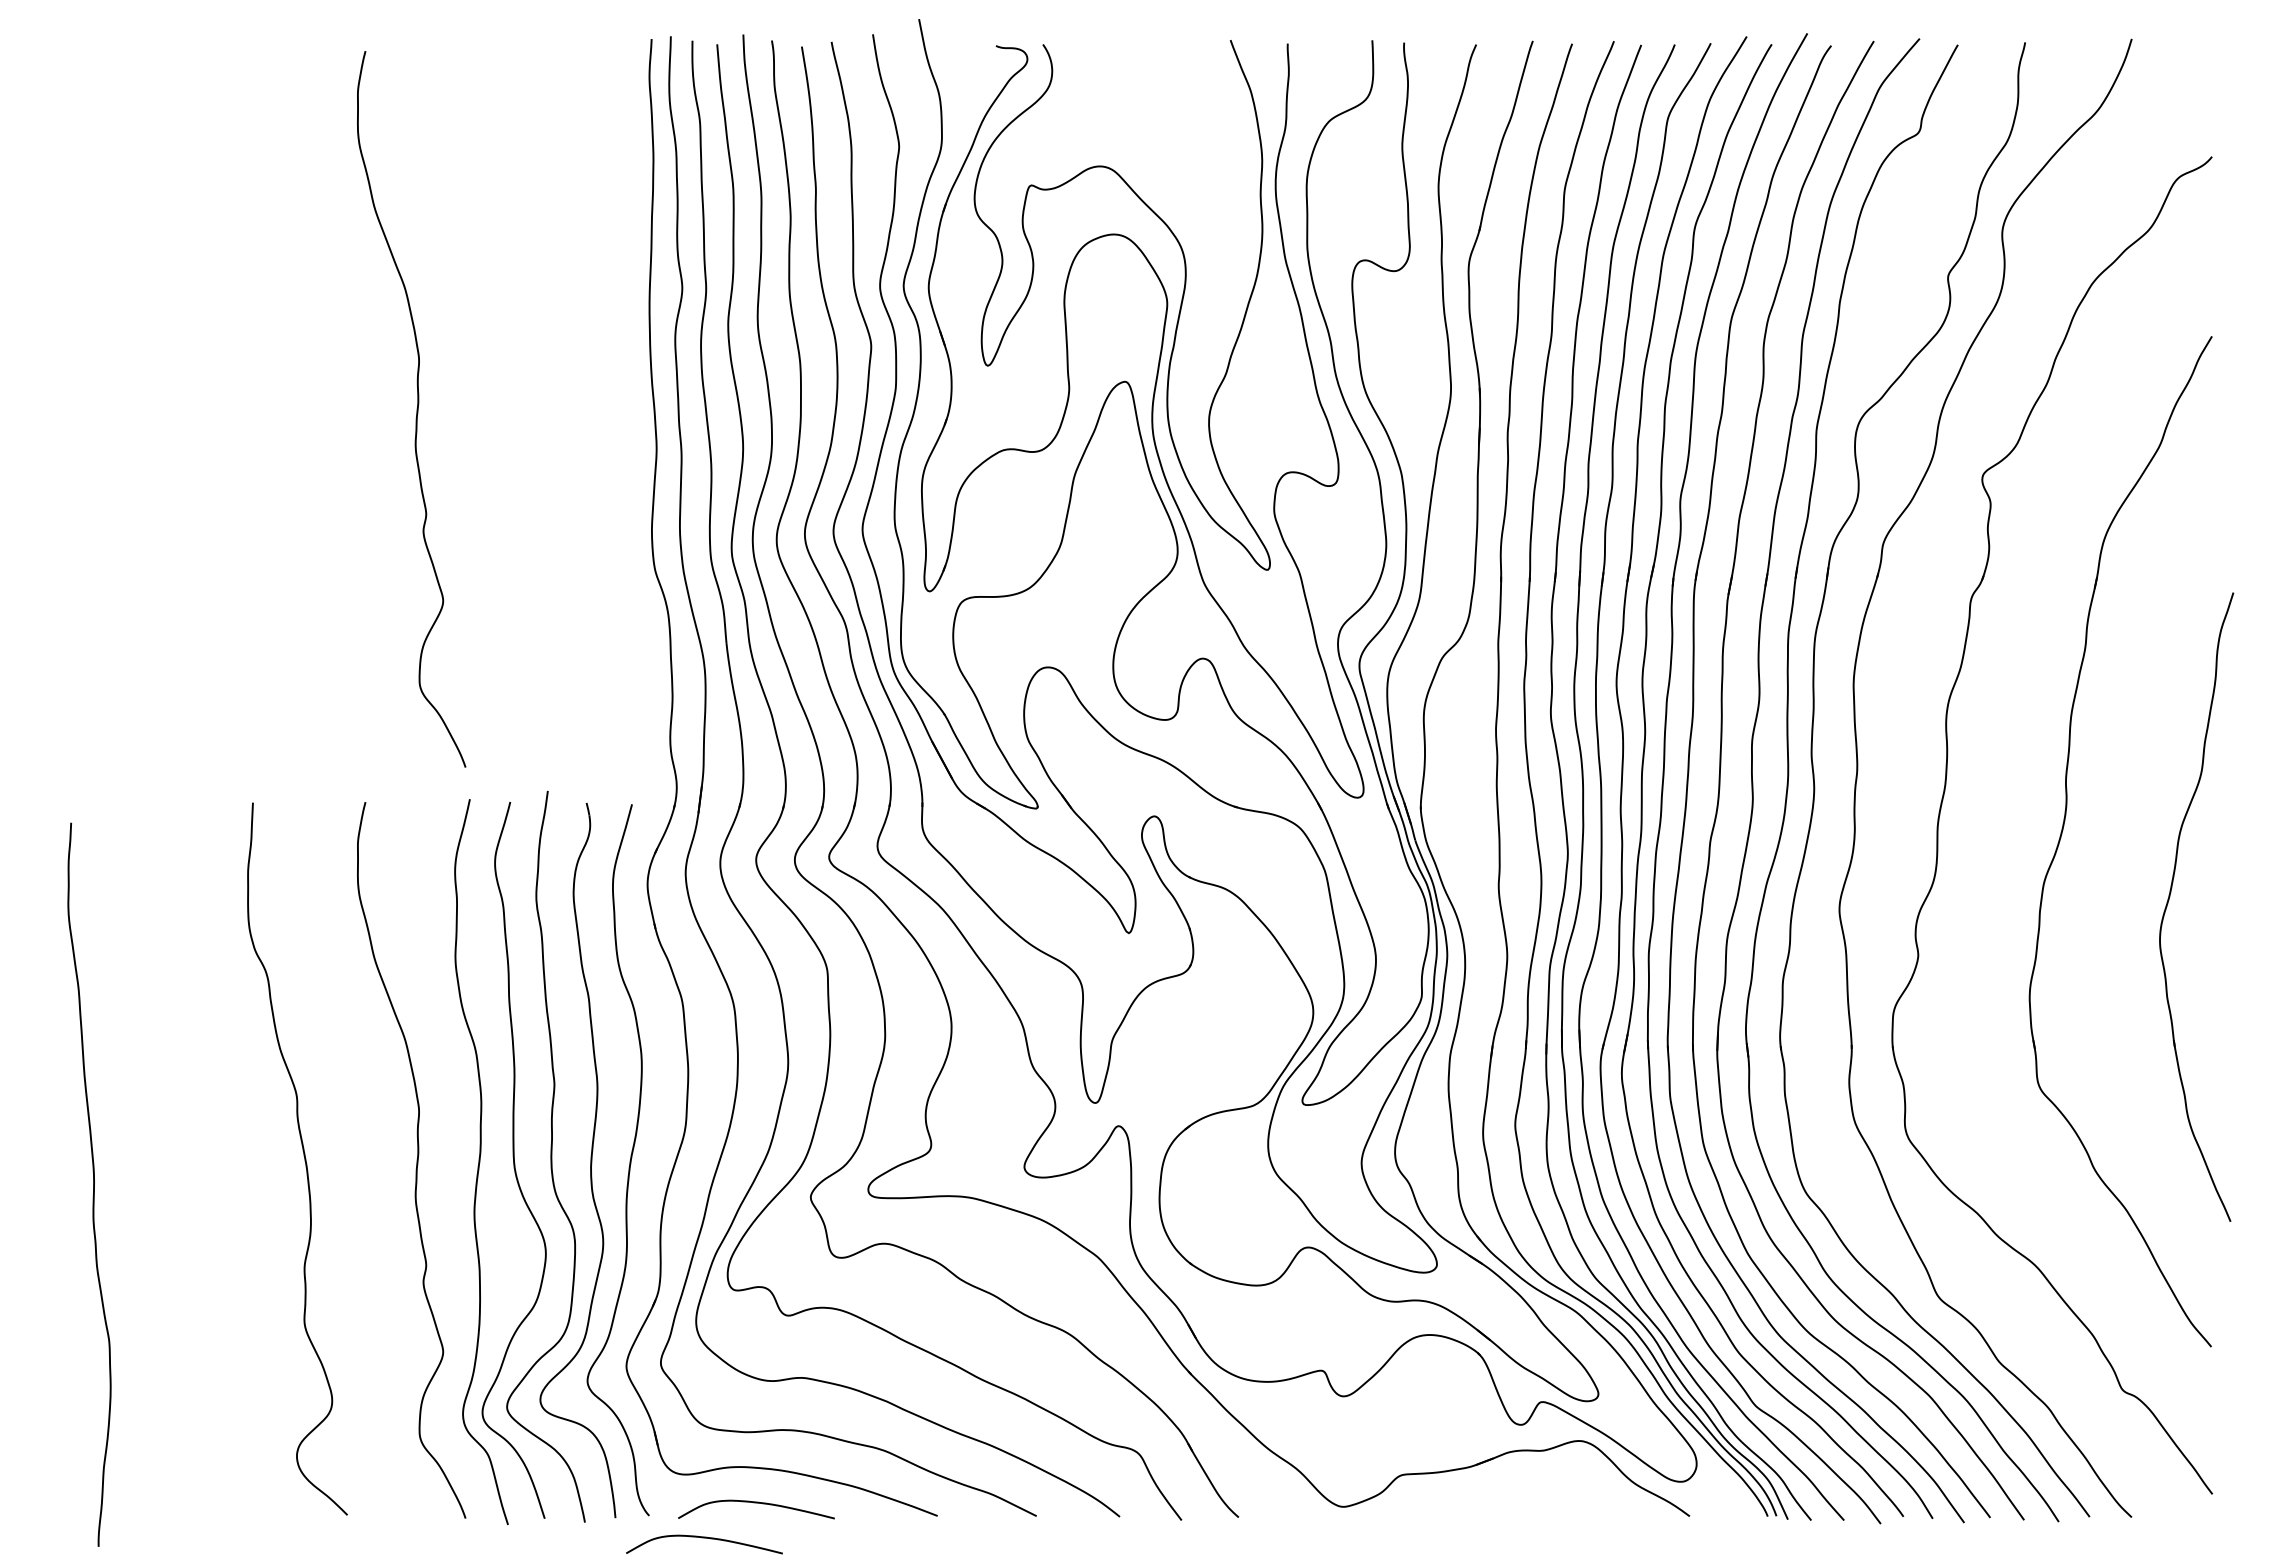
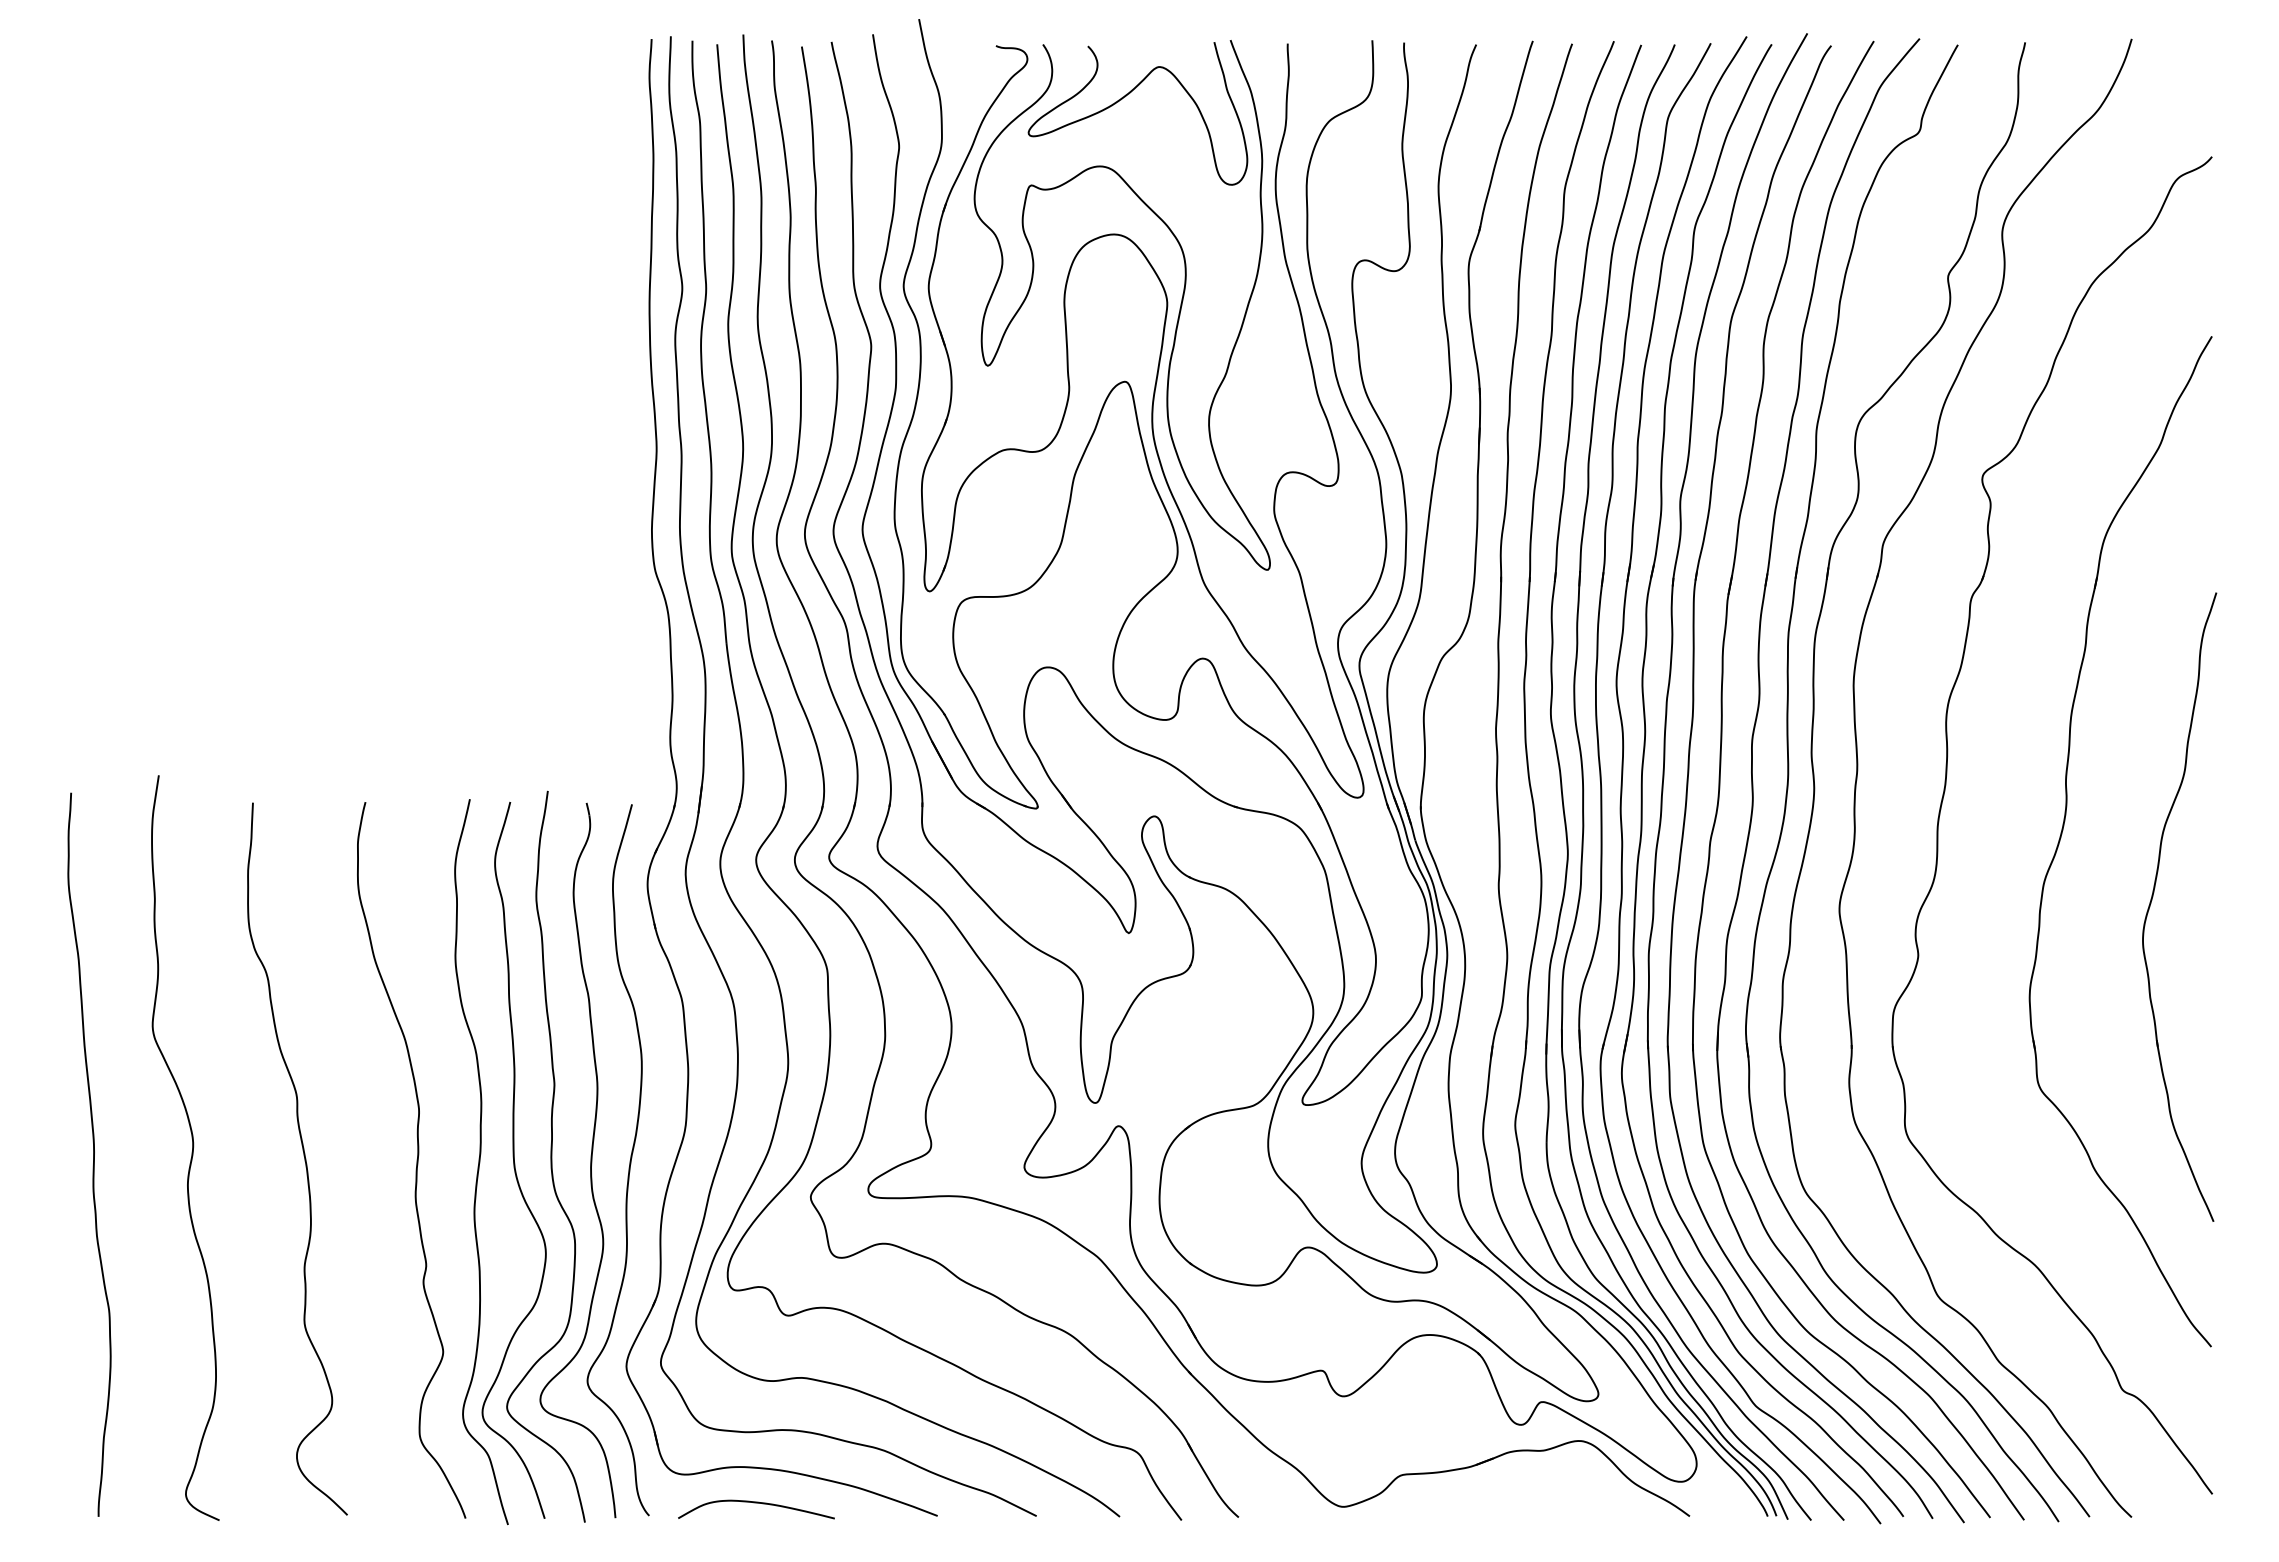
curve at (1125, 97): none -> present
curve at (416, 409): present -> none
part at (2169, 900) position: (2169, 900) -> (2152, 900)
curve at (192, 1147): none -> present
curve at (93, 1184) position: (93, 1184) -> (93, 1154)
curve at (704, 1538): present -> none
